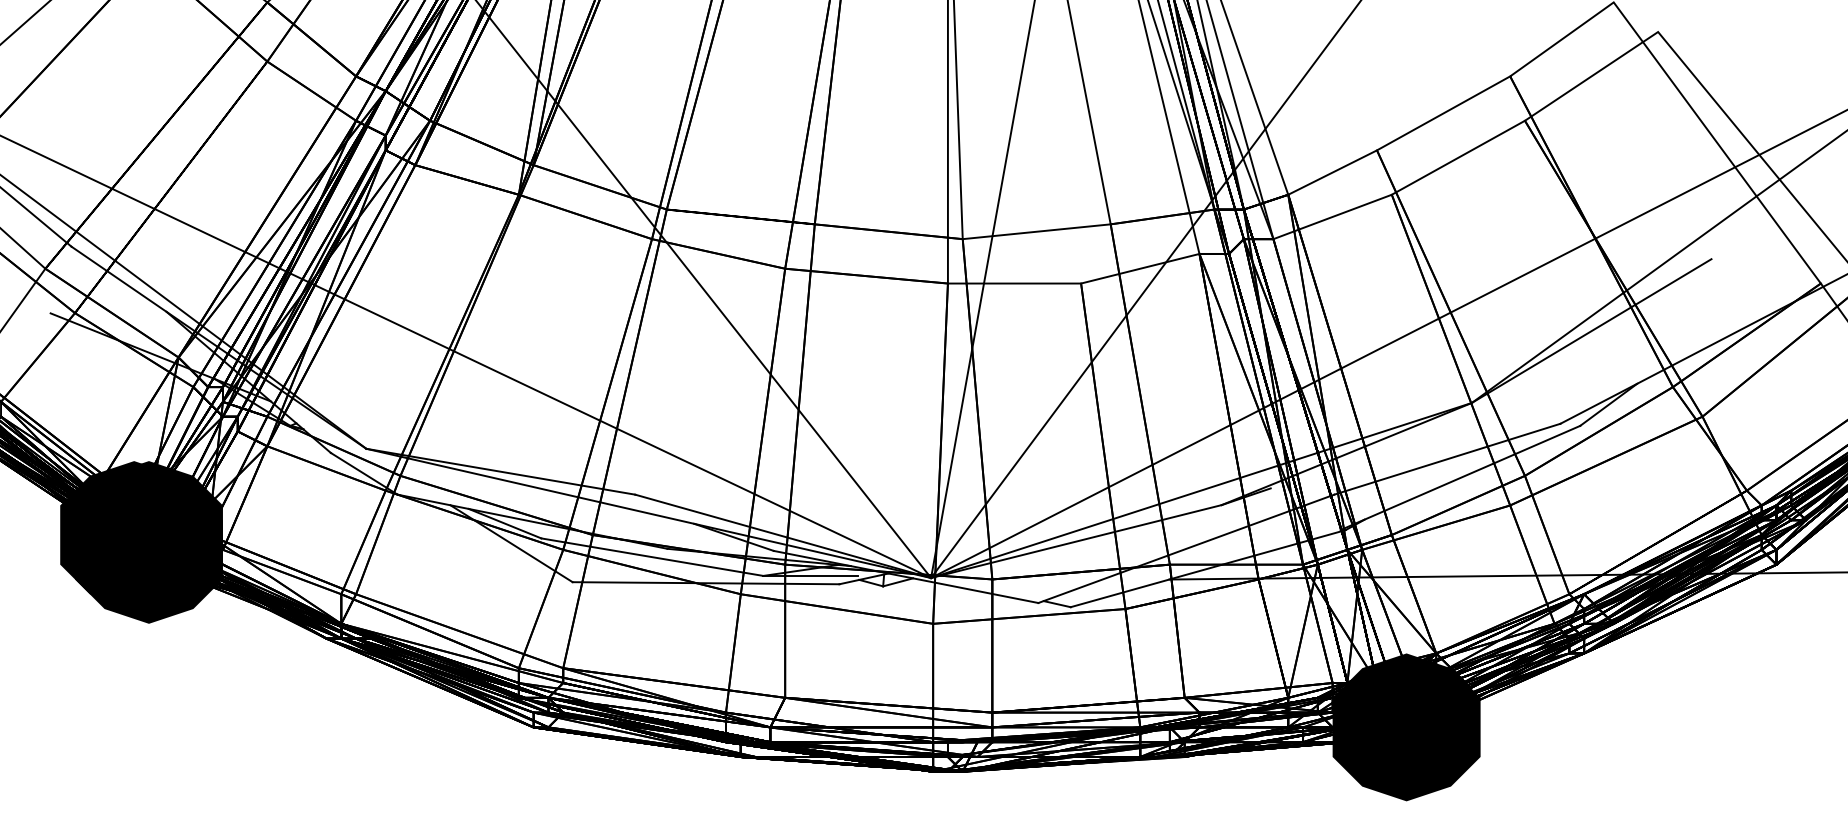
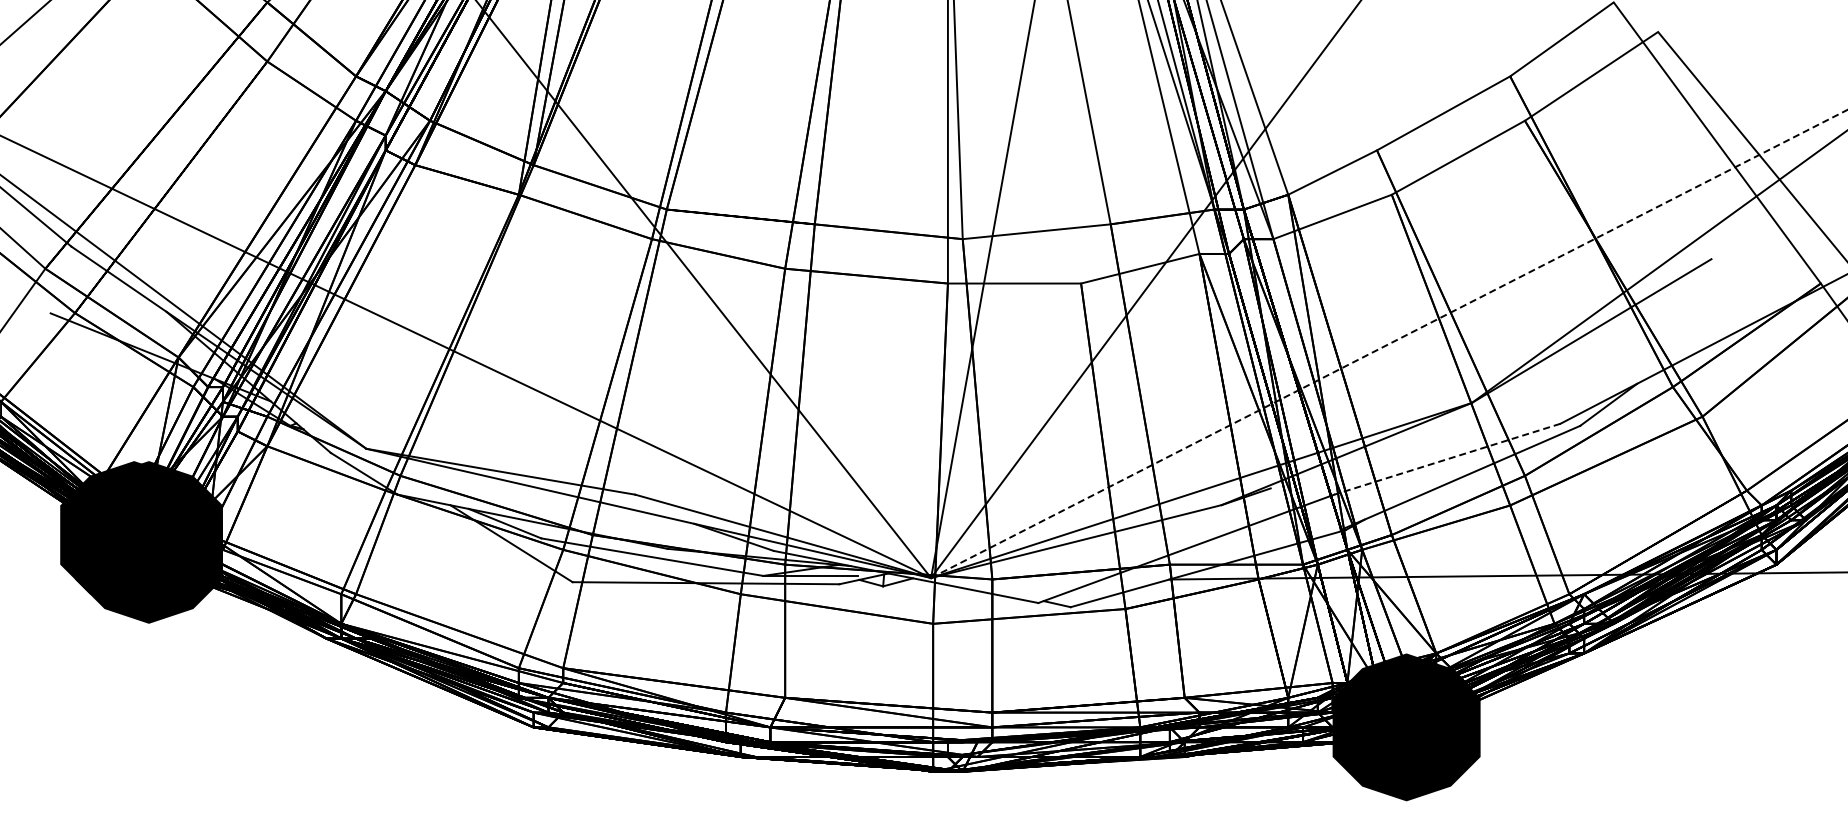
line at (1389, 343): solid -> dashed
line at (1446, 459): solid -> dashed
